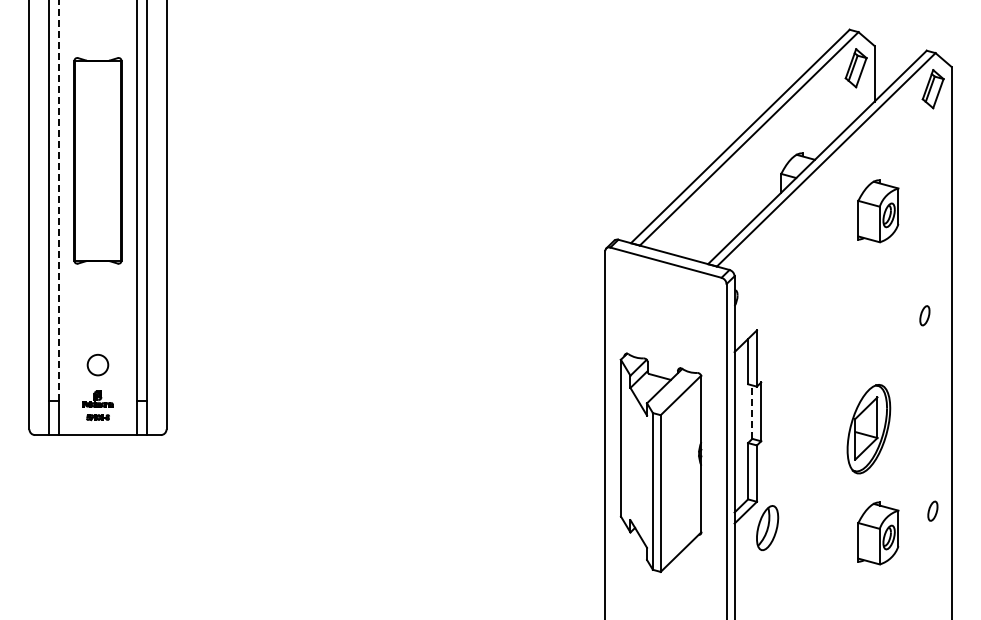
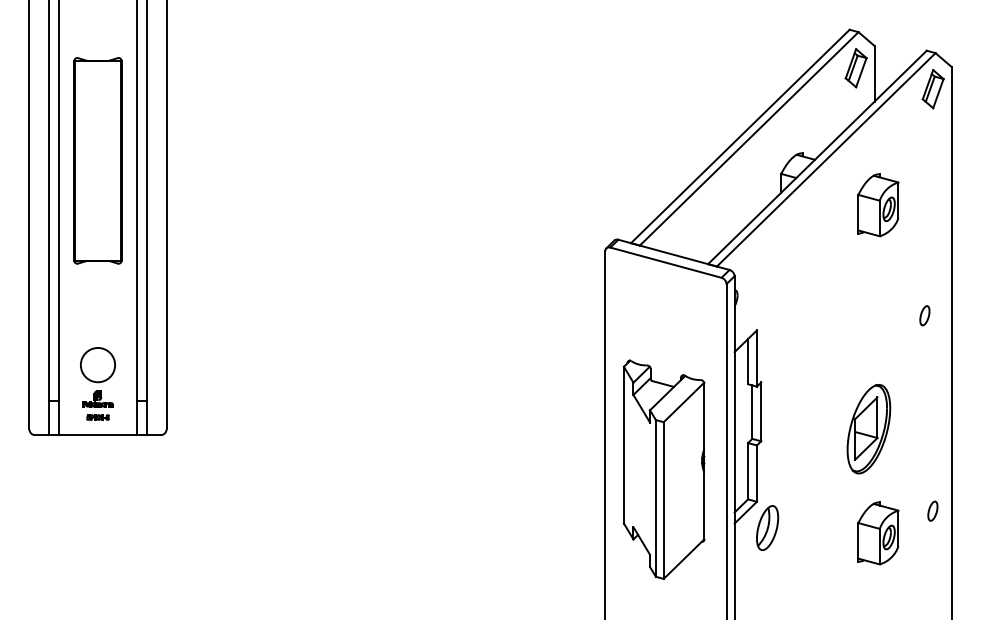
line at (59, 200): dashed -> solid
part at (878, 211) position: (878, 211) -> (878, 205)
circle at (97, 364) diameter: 21 px -> 34 px
line at (752, 412): dashed -> solid
part at (660, 462) position: (660, 462) -> (663, 469)
